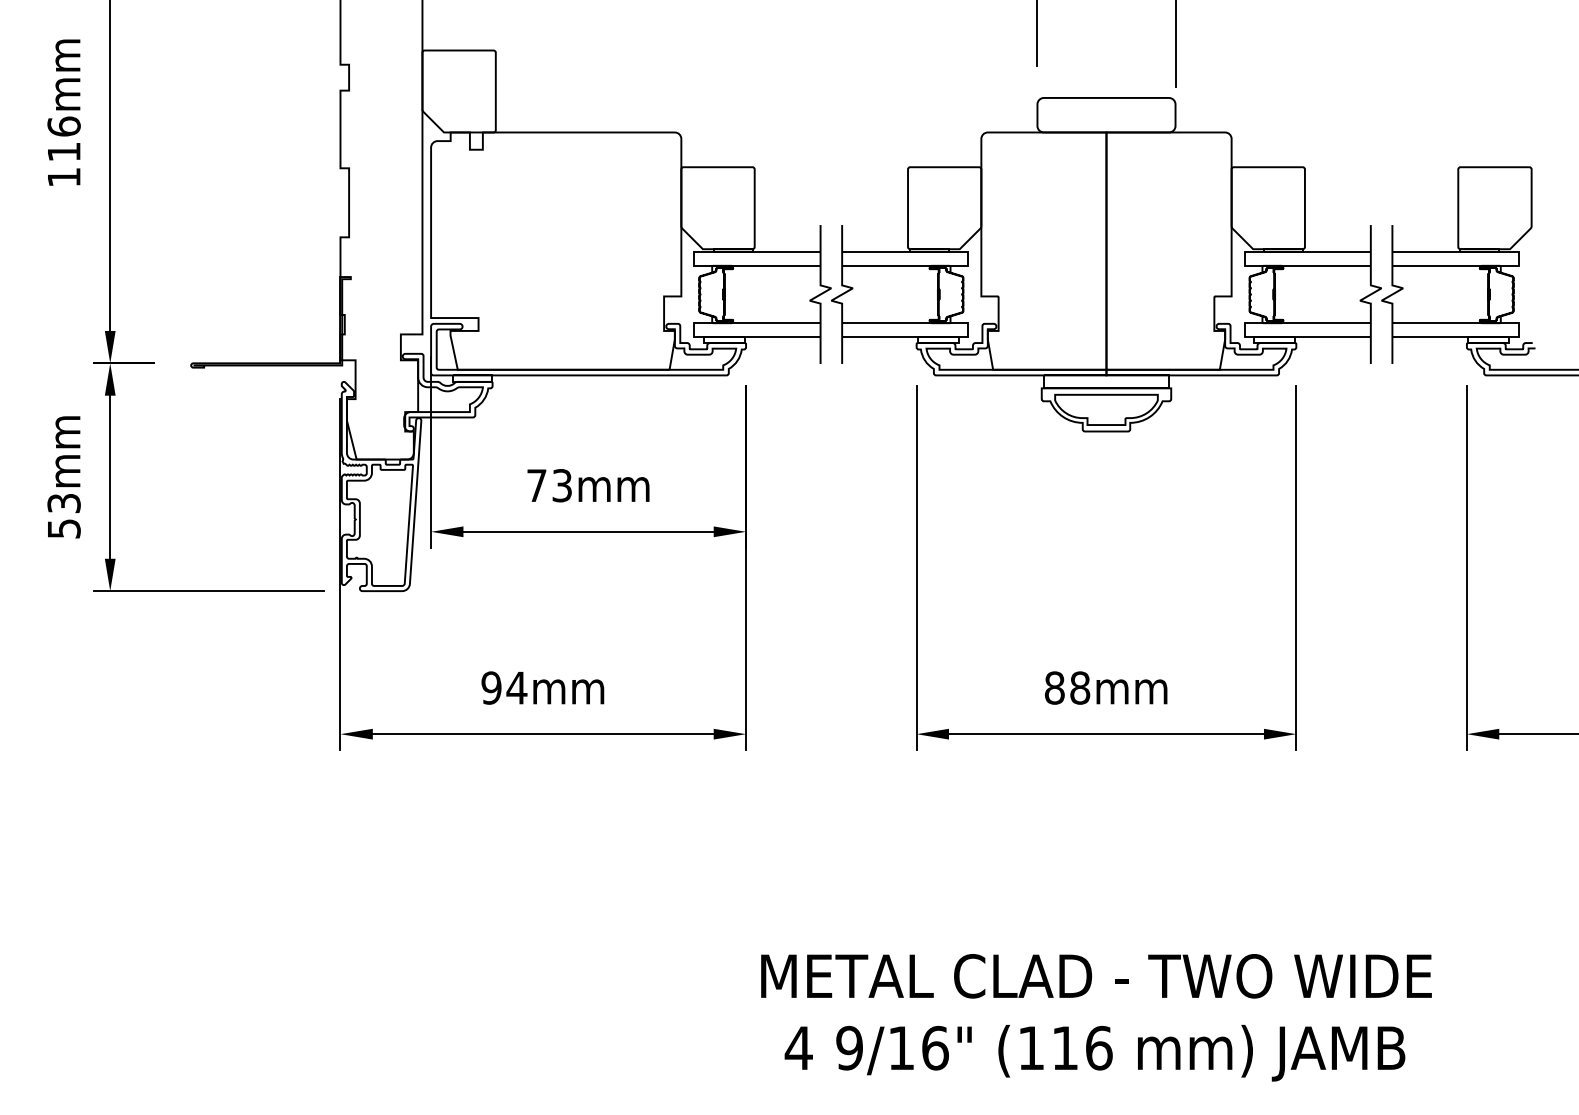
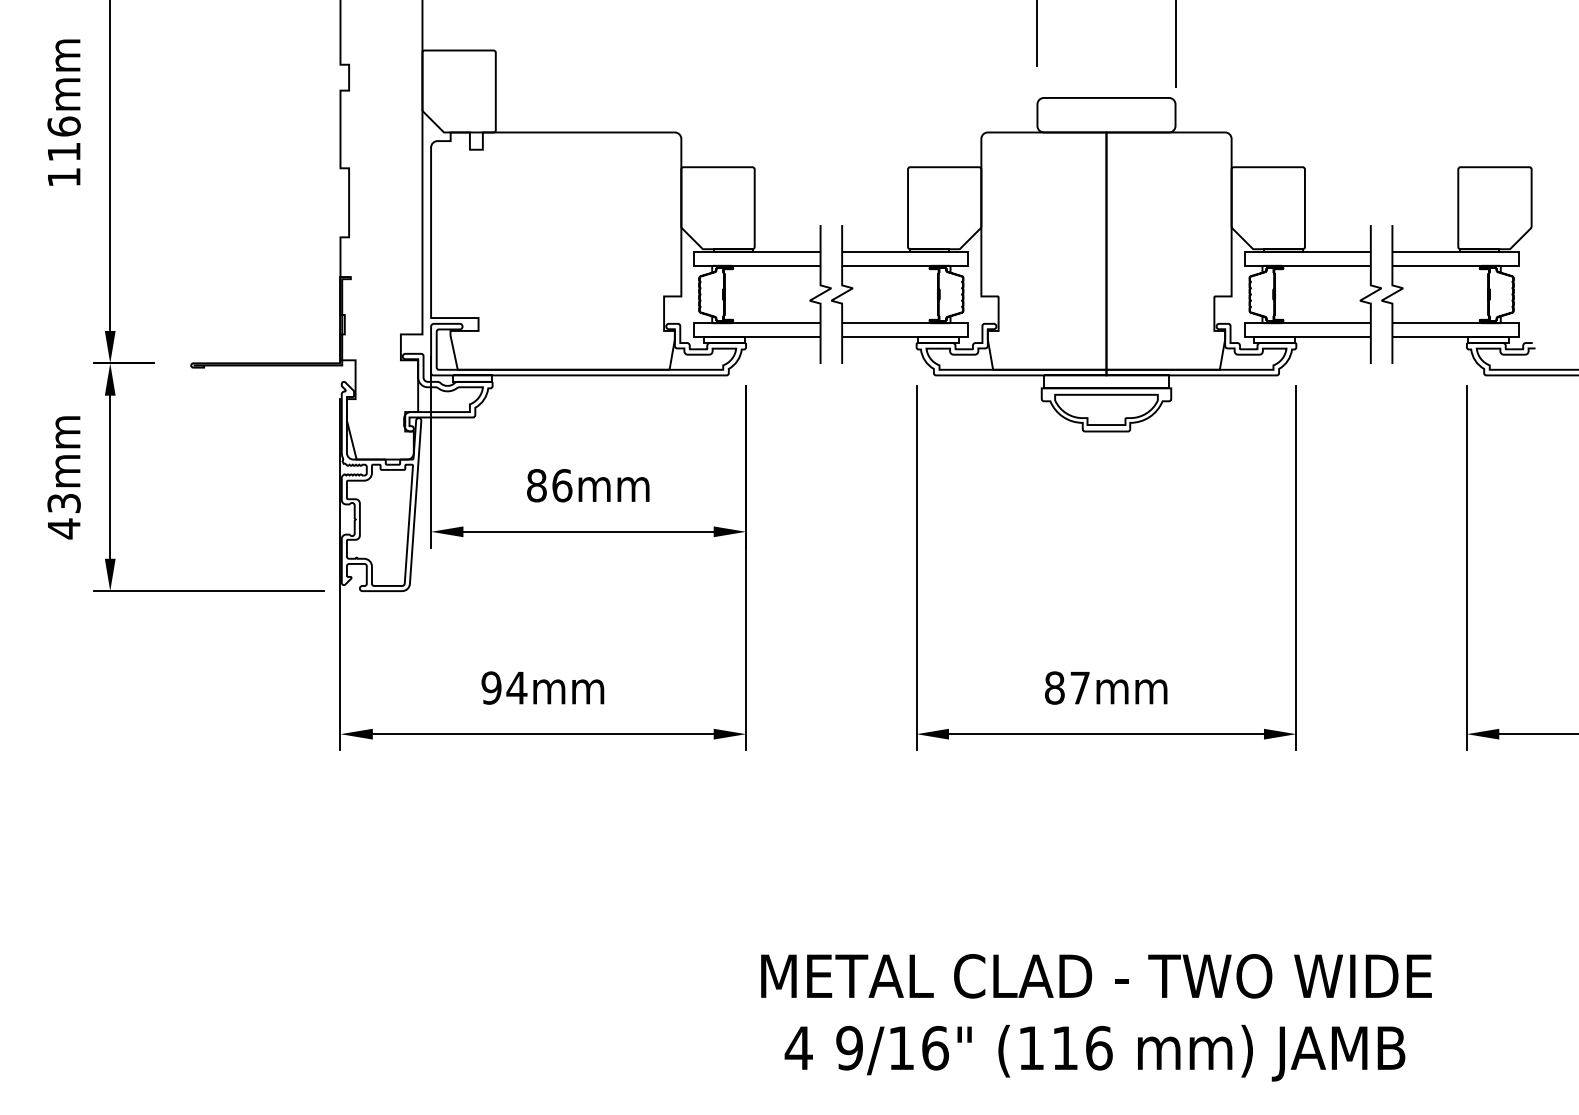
text at (549, 485): 73mm -> 86mm
text at (64, 528): 53mm -> 43mm
text at (1080, 687): 88mm -> 87mm
